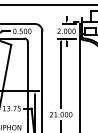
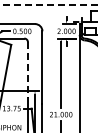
line at (49, 4): solid -> dashed
line at (27, 70): solid -> dashed
